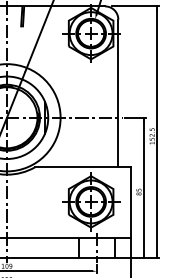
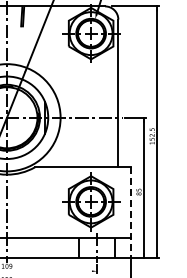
line at (130, 213): solid -> dashed
line at (46, 271): present -> none
